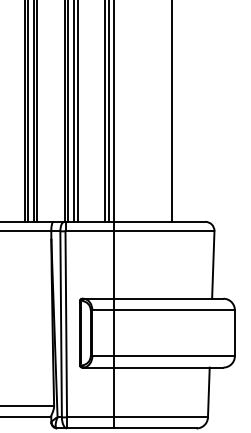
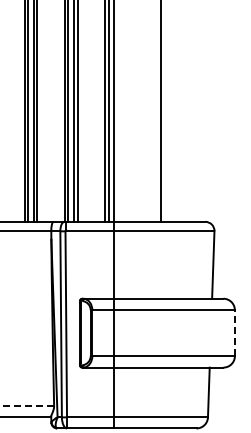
line at (171, 111) position: (171, 111) -> (160, 111)
line at (234, 333): solid -> dashed
line at (27, 405): solid -> dashed
